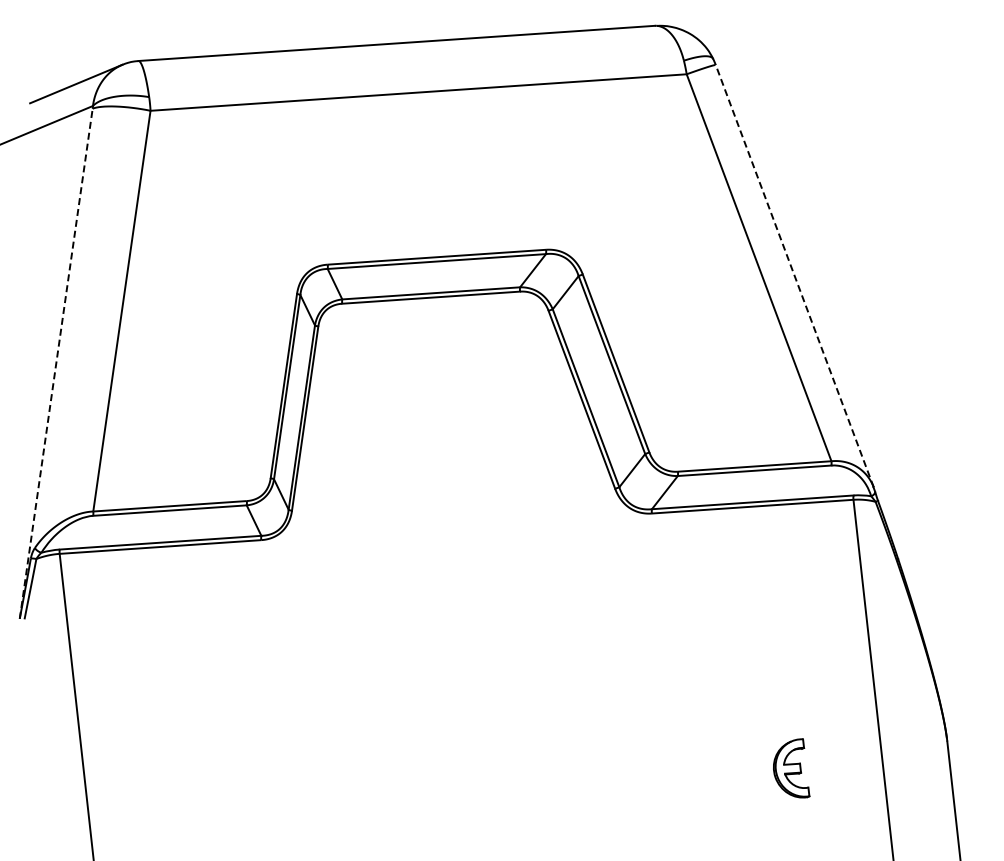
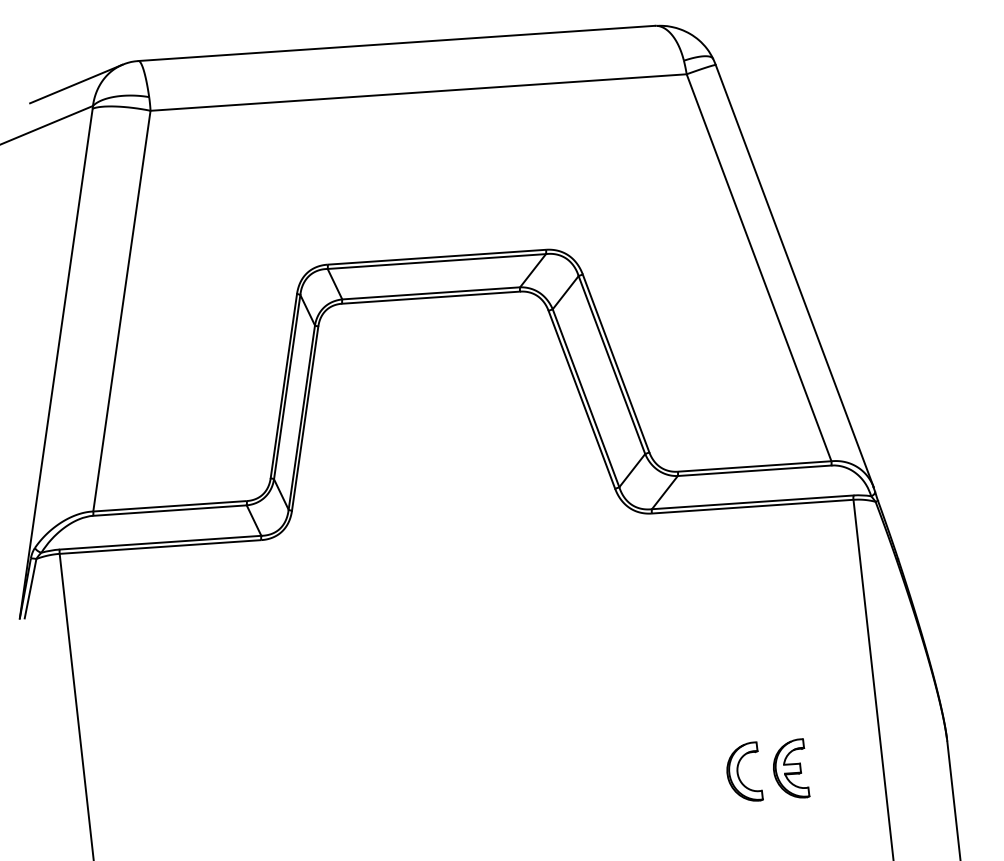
line at (794, 275): dashed -> solid
line at (56, 363): dashed -> solid
part at (744, 771): none -> present
